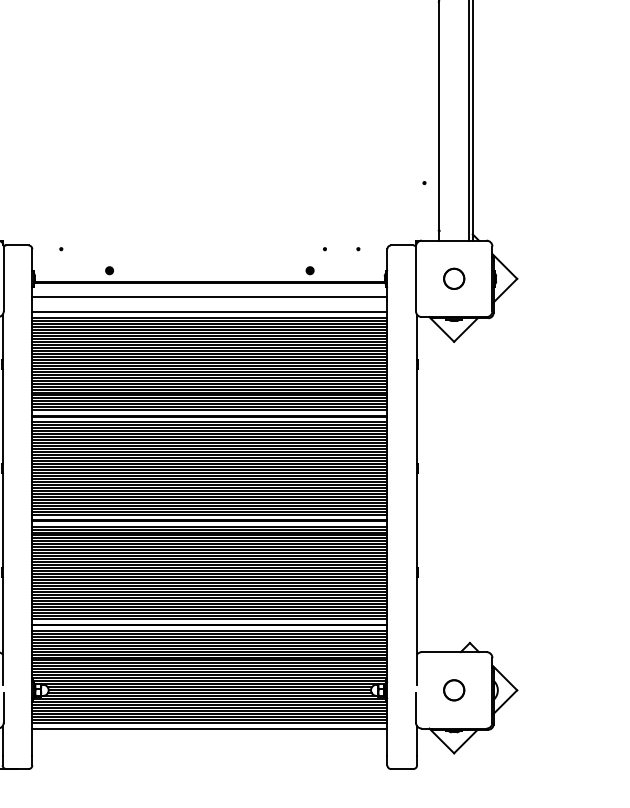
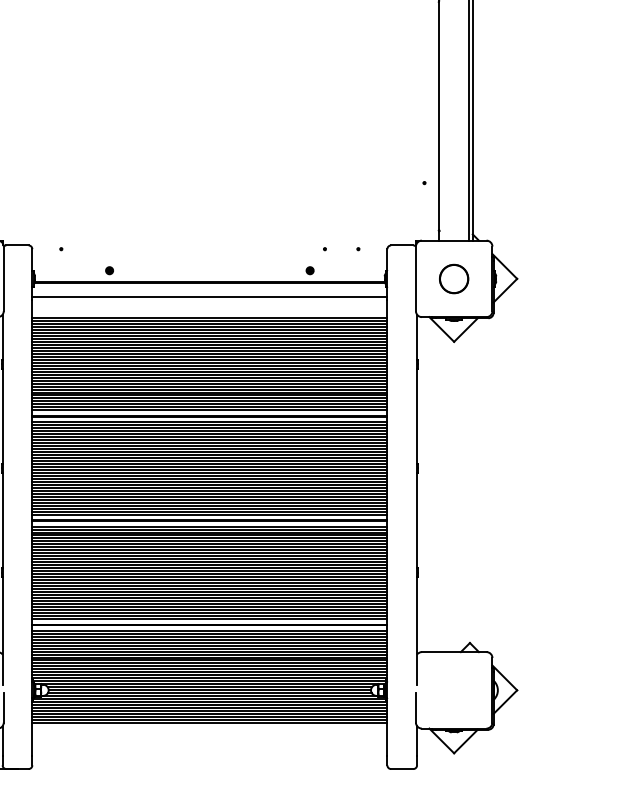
circle at (454, 278) size: 23x23 px -> 31x32 px
line at (209, 312): present -> none
circle at (454, 690): present -> none
line at (209, 728): present -> none
